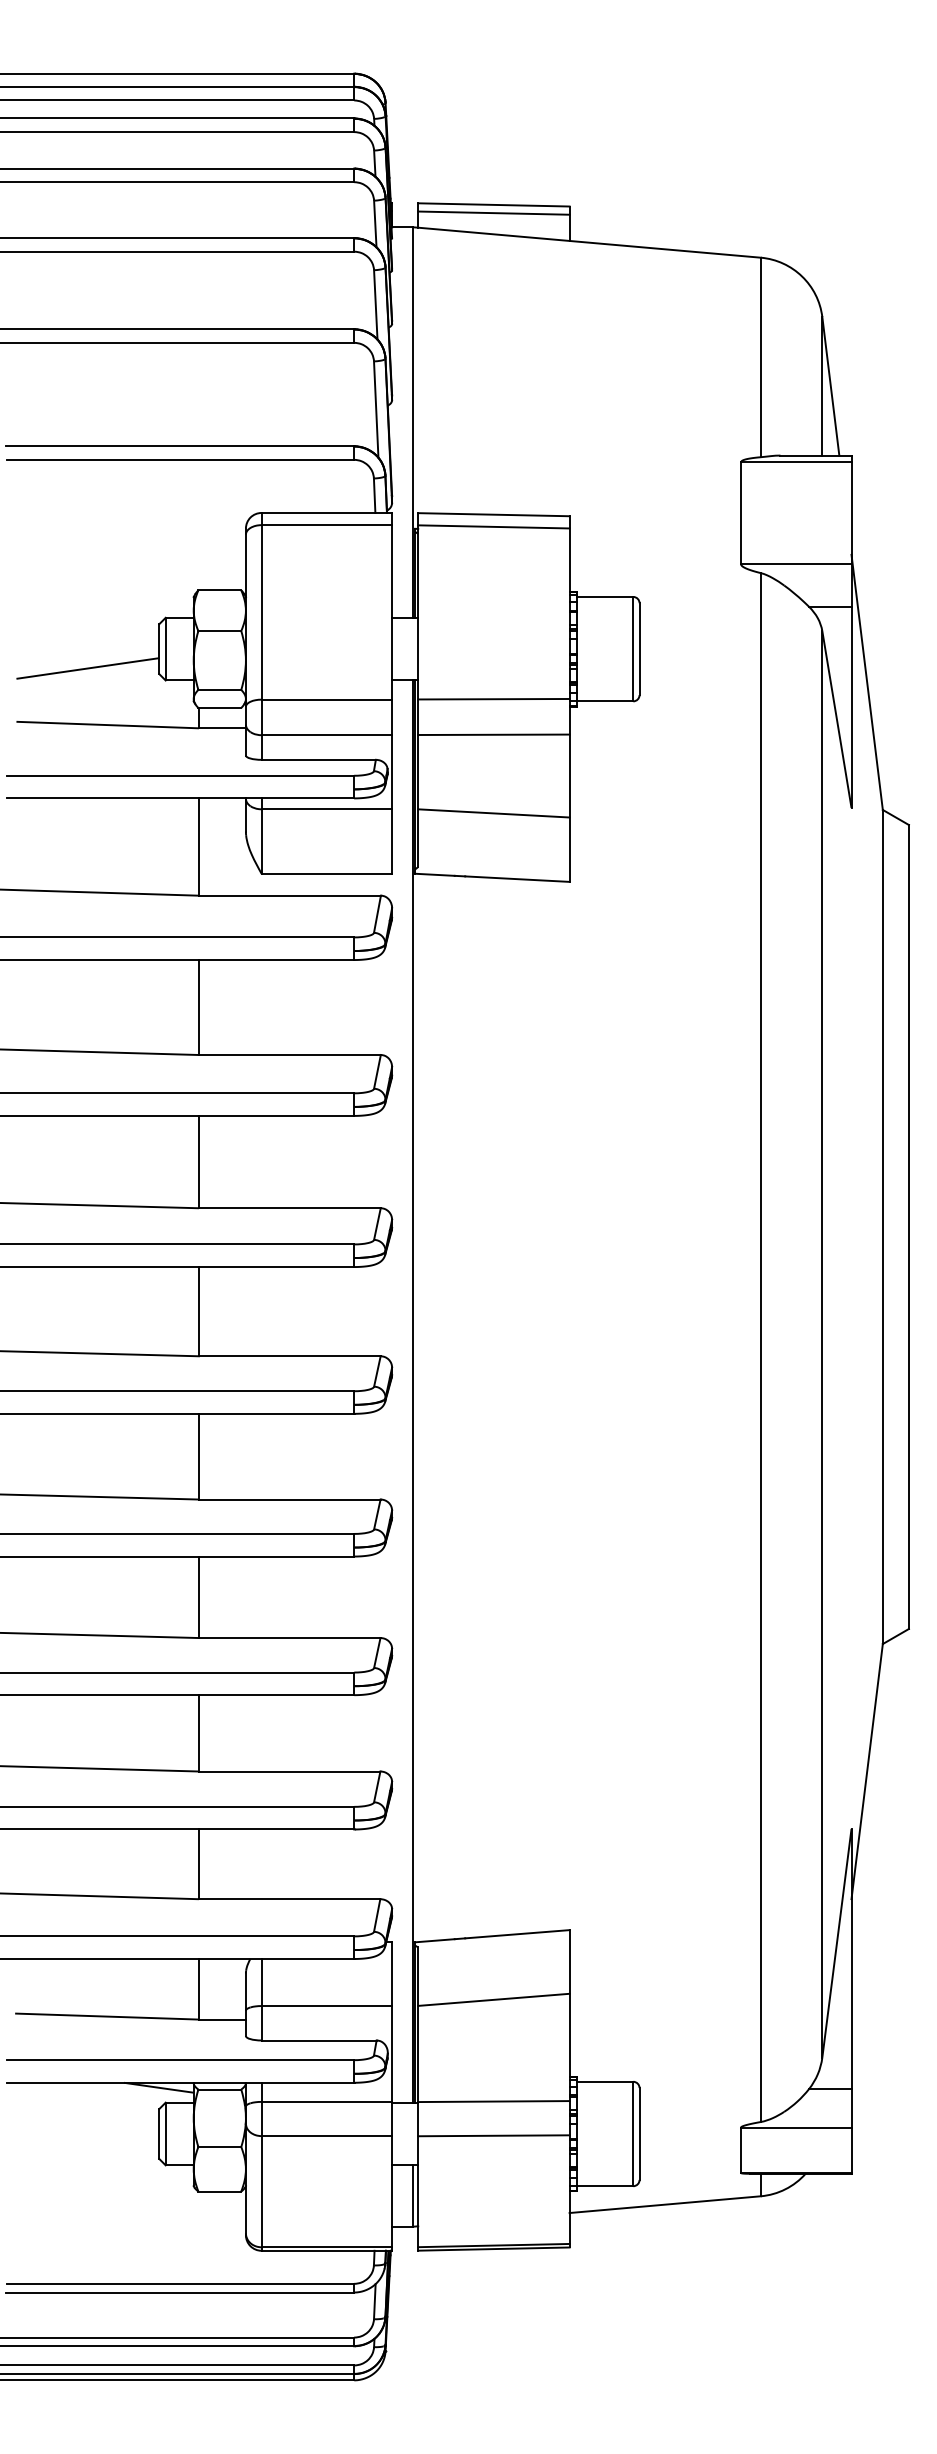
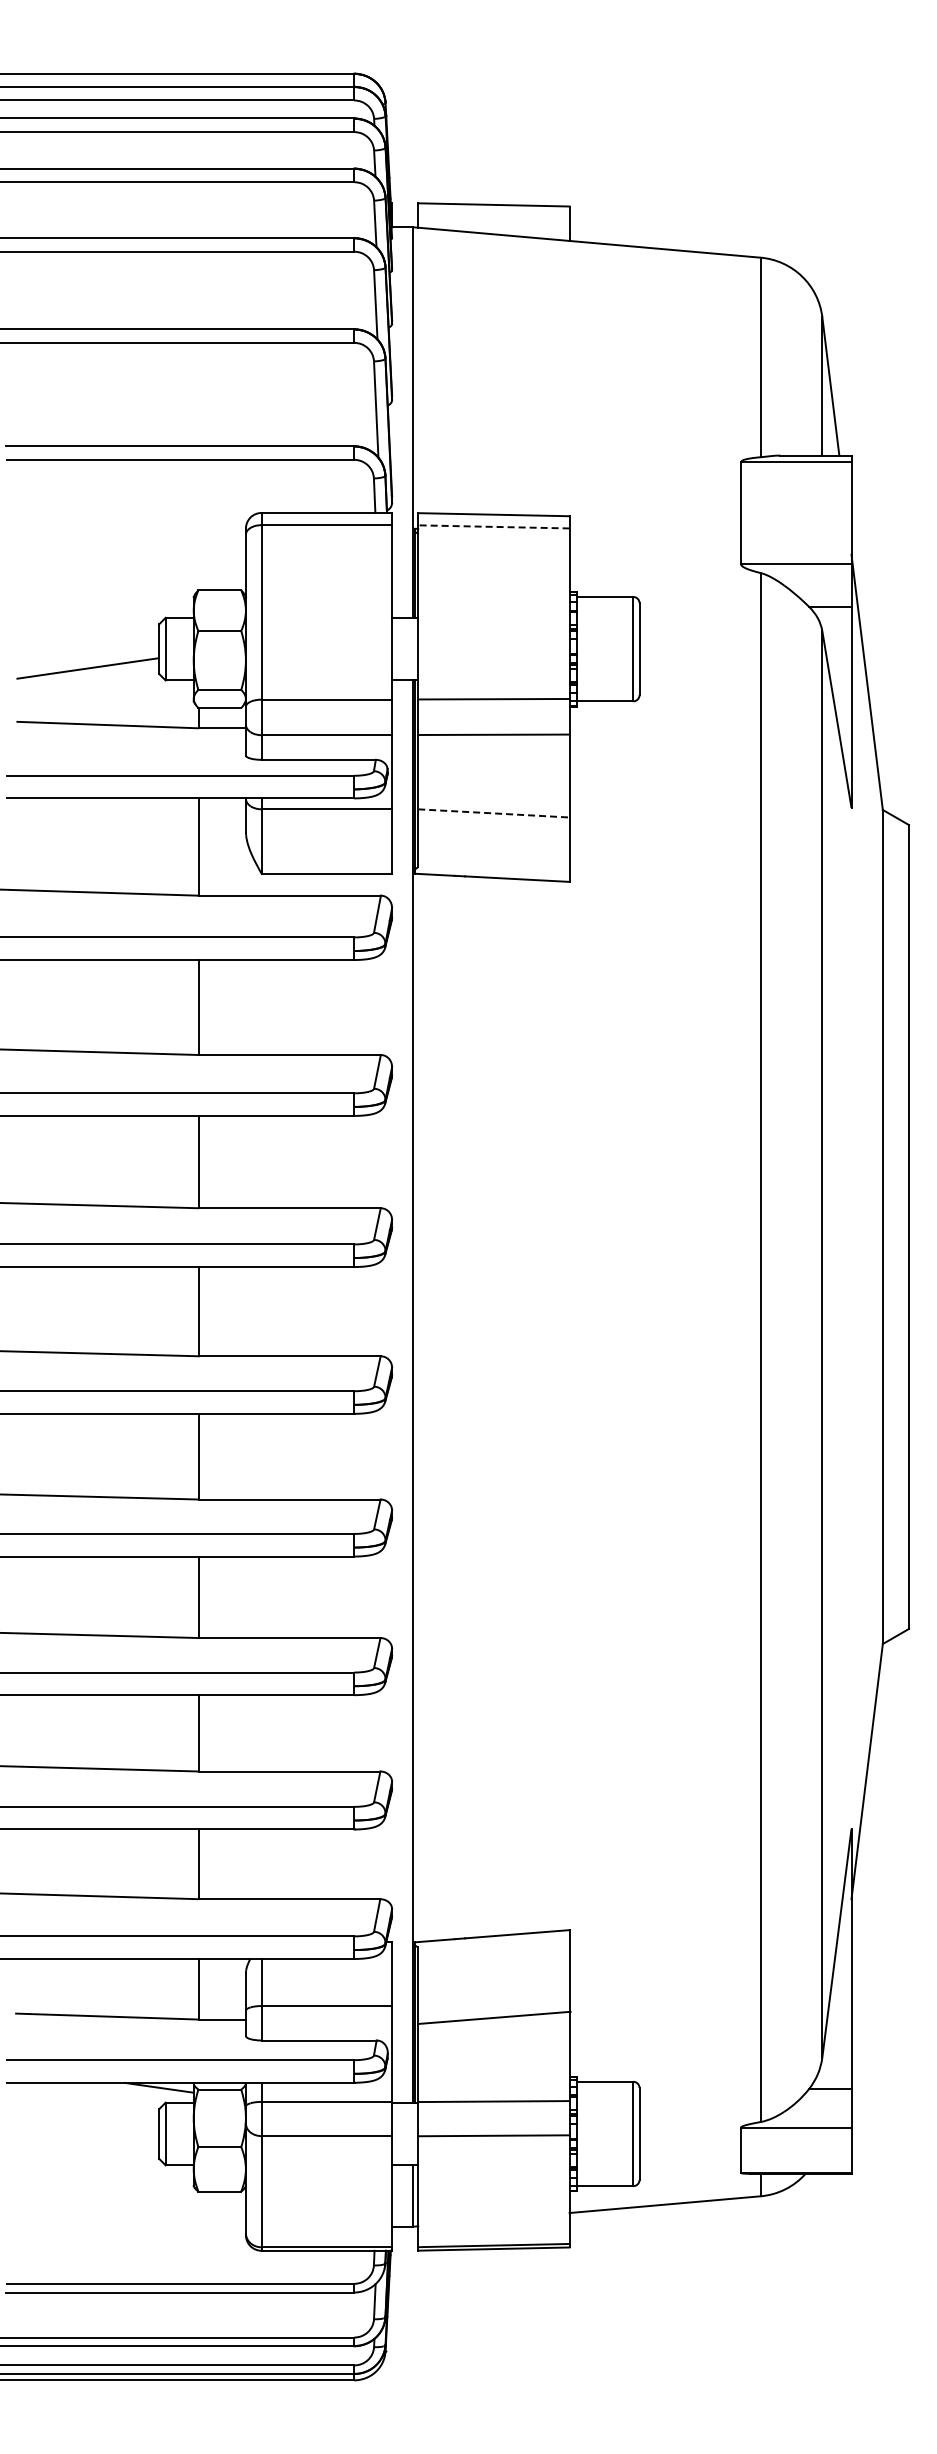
line at (493, 212): present -> none
line at (493, 526): solid -> dashed
line at (493, 813): solid -> dashed
line at (493, 1999) position: (493, 1999) -> (494, 2017)
